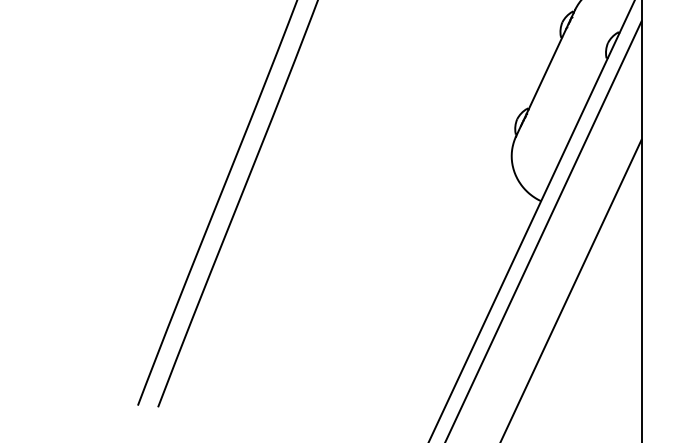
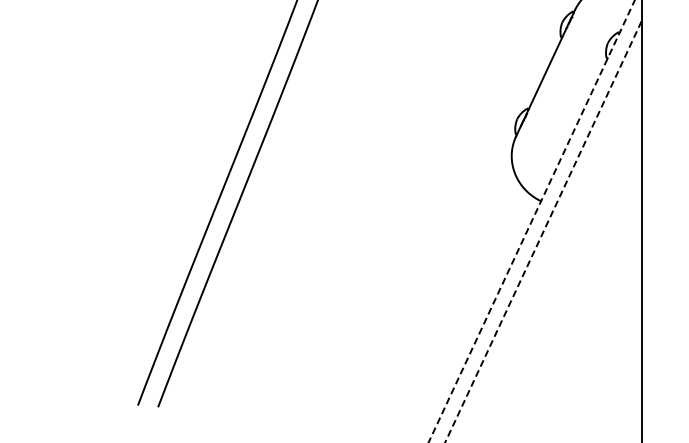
line at (531, 221): solid -> dashed
line at (543, 232): solid -> dashed
line at (571, 289): present -> none
